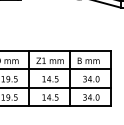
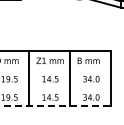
line at (56, 69): present -> none
line at (56, 87): present -> none
line at (55, 105): solid -> dashed
